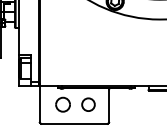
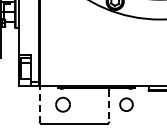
line at (39, 103): solid -> dashed
circle at (88, 104) position: (88, 104) -> (126, 104)
line at (109, 106): solid -> dashed
